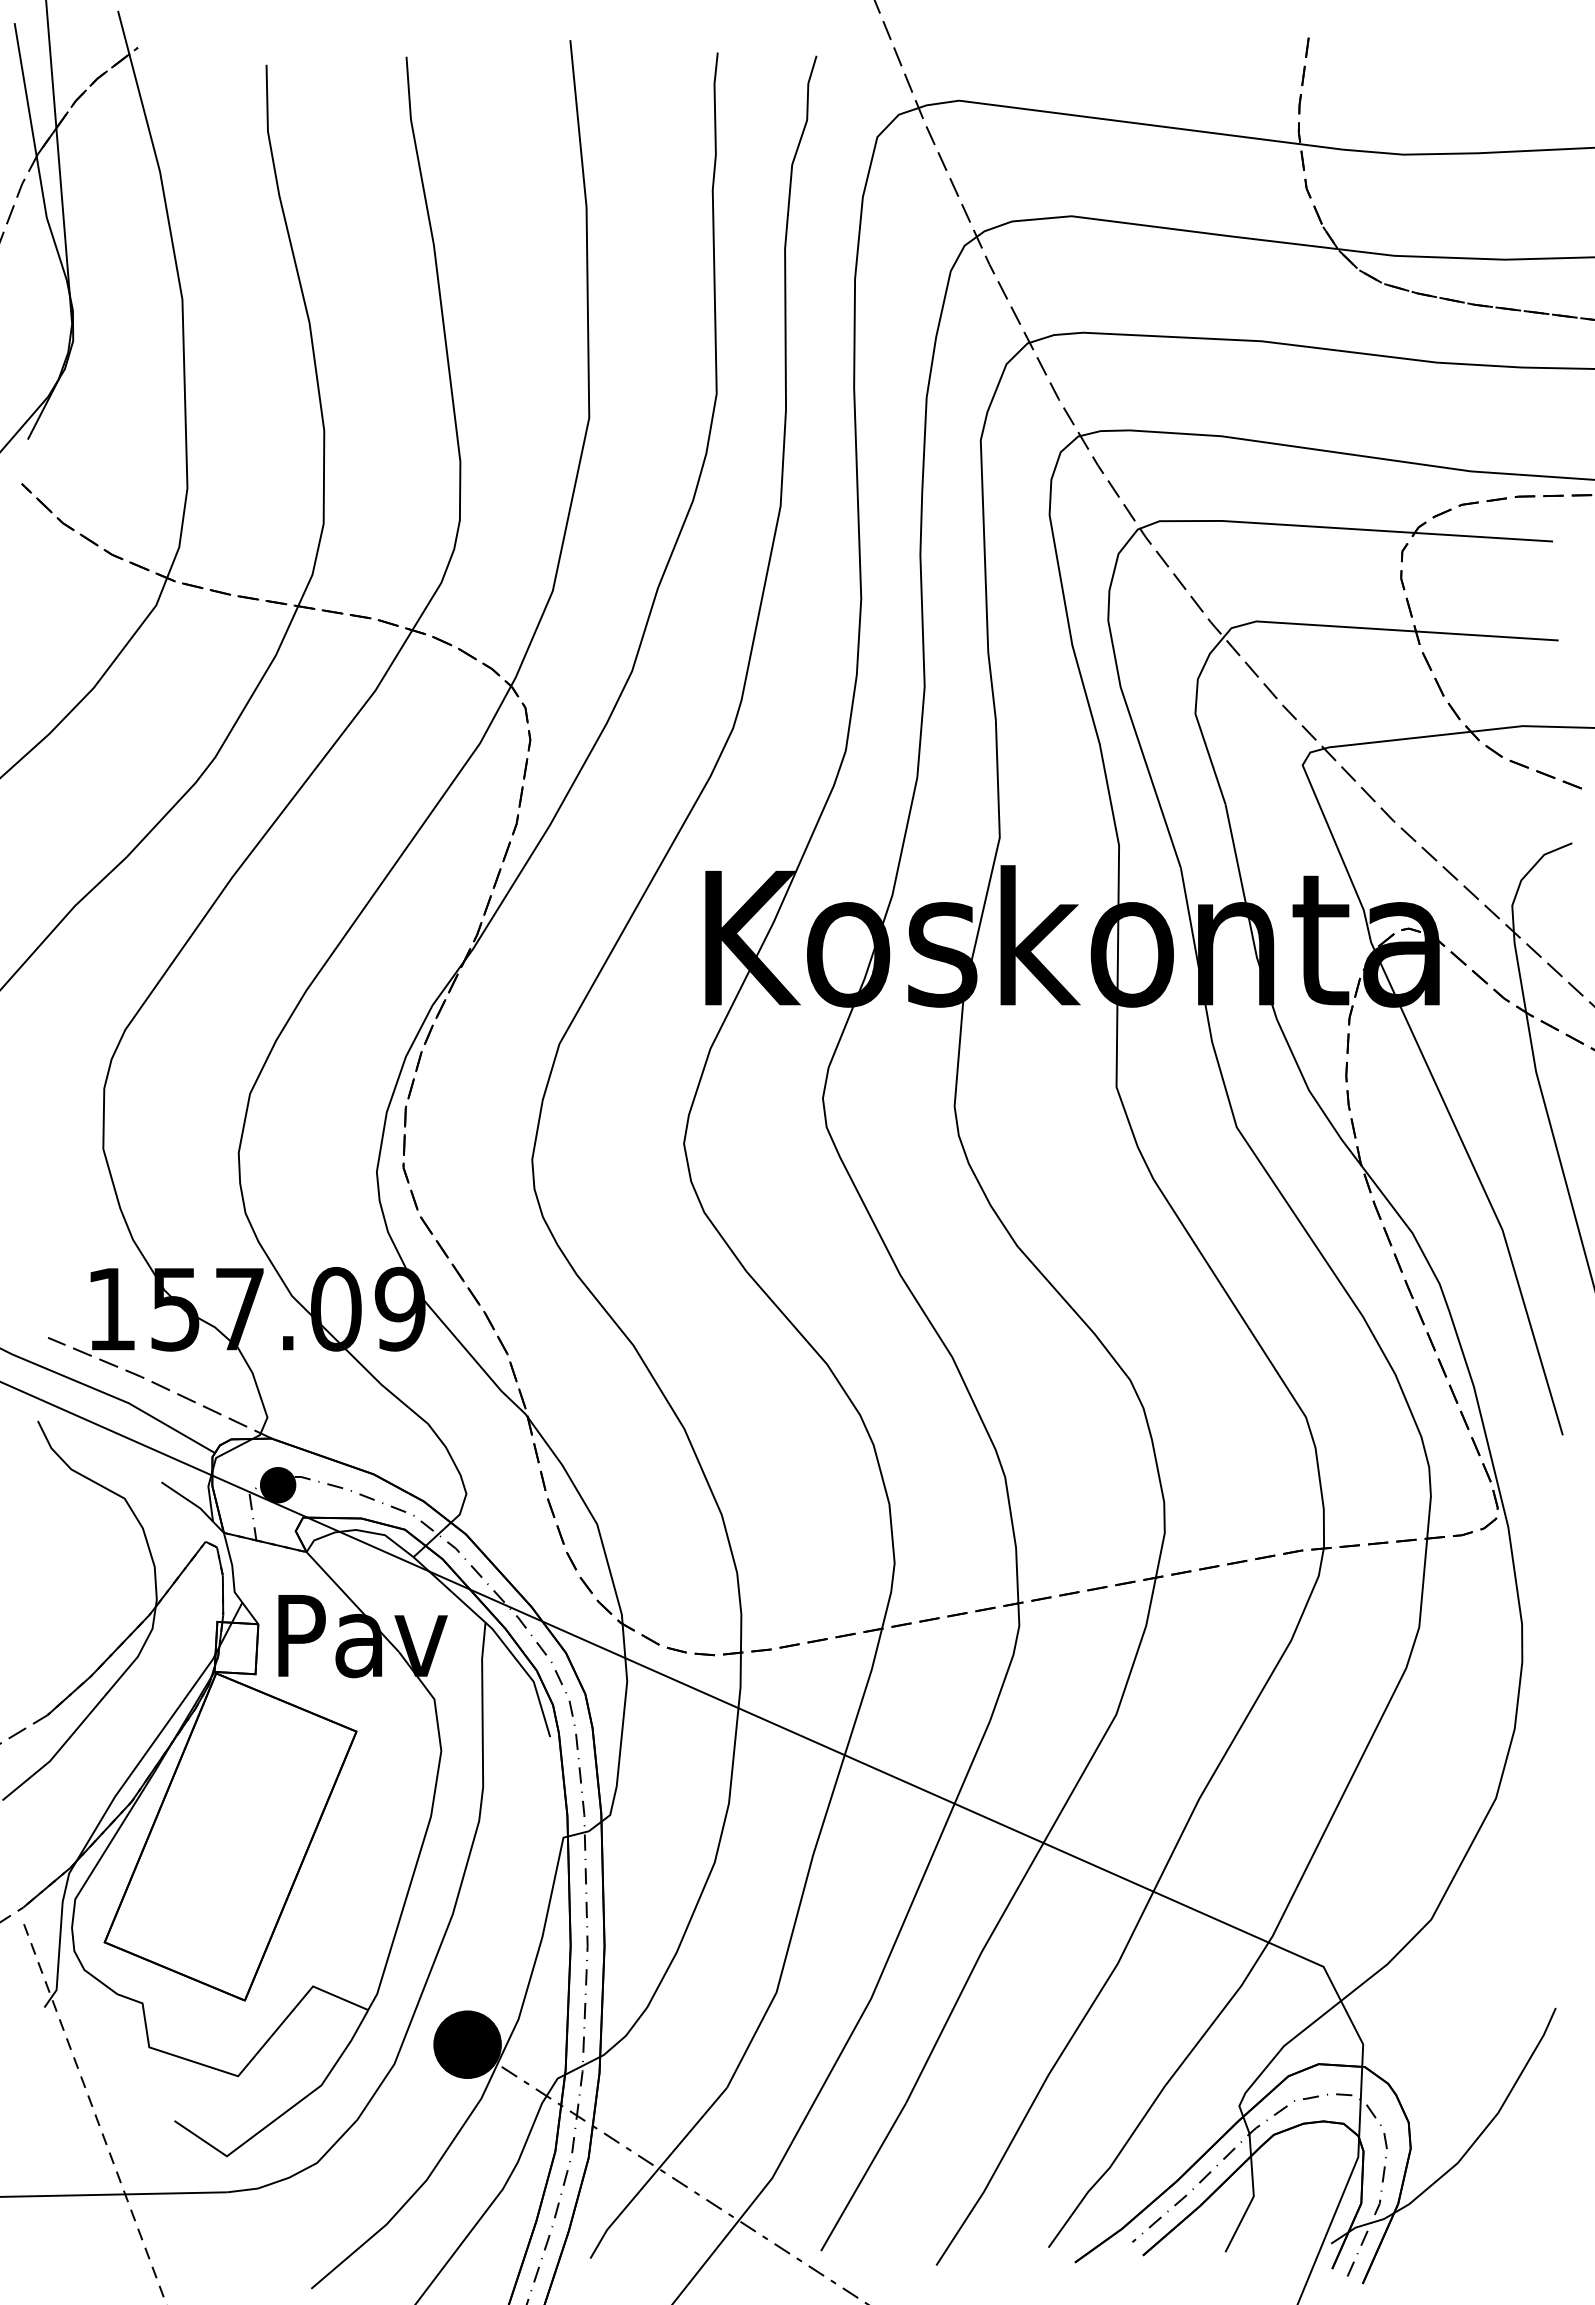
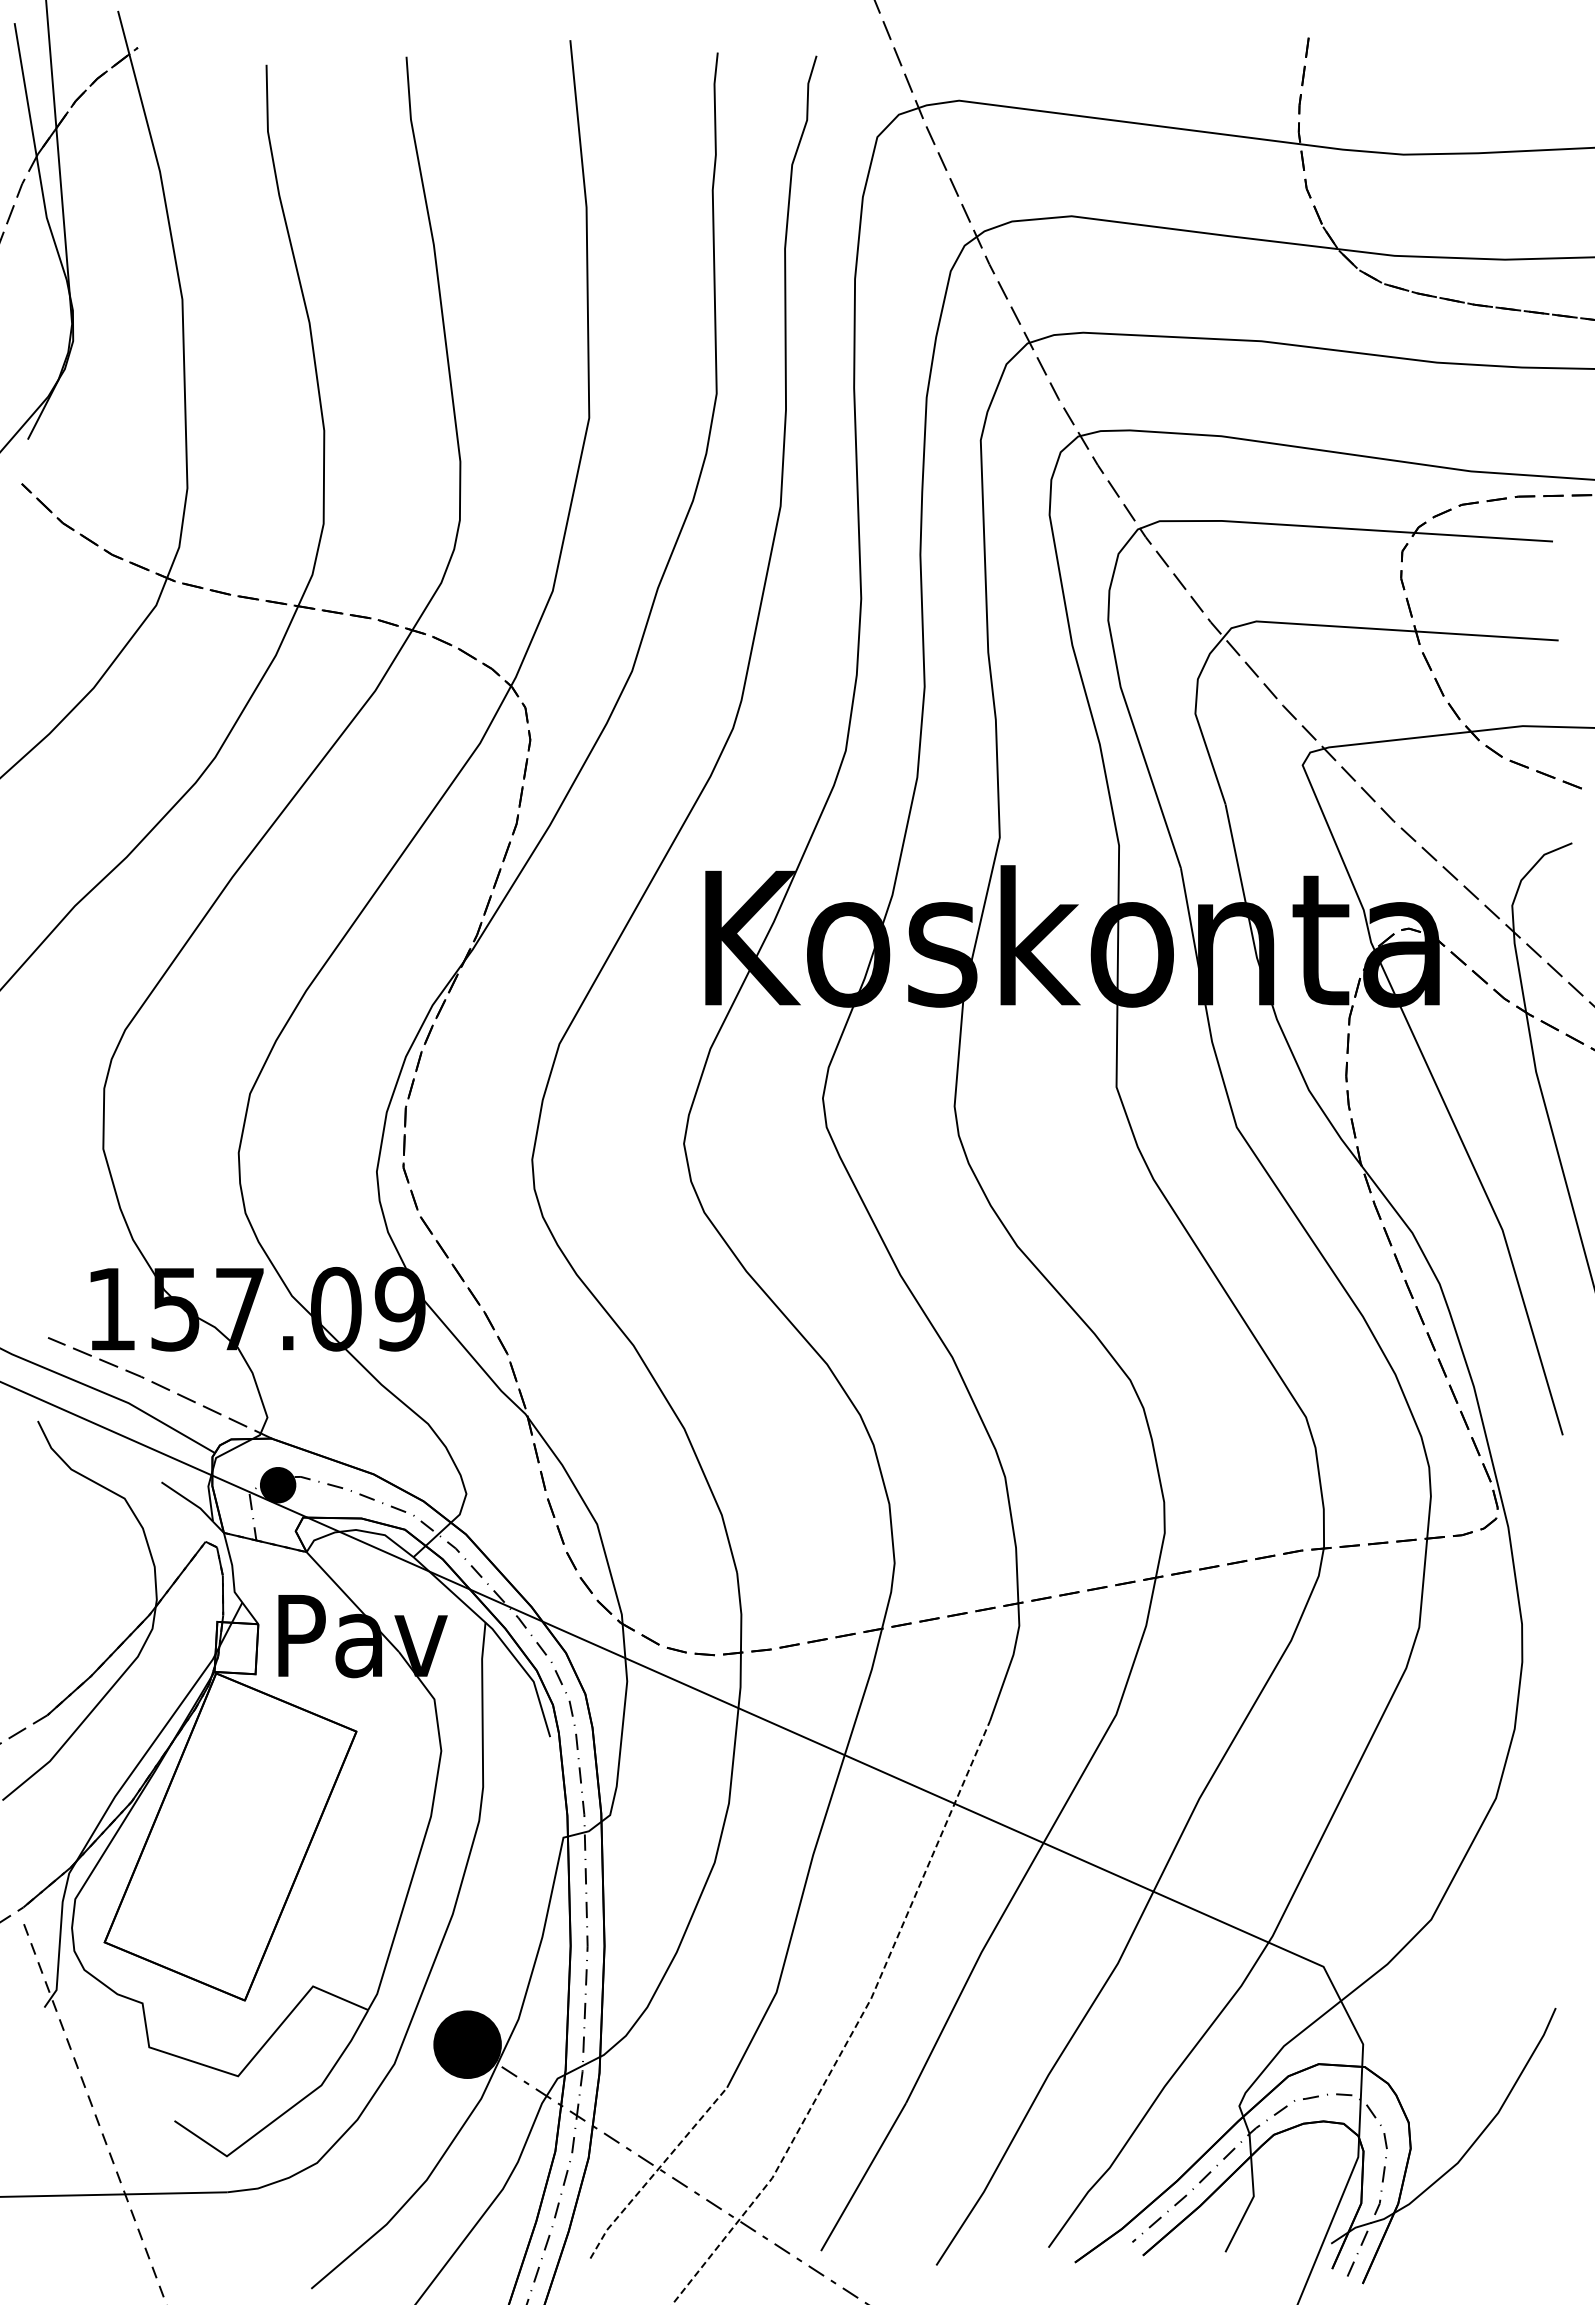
line at (855, 2026): solid -> dashed
line at (655, 2172): solid -> dashed
